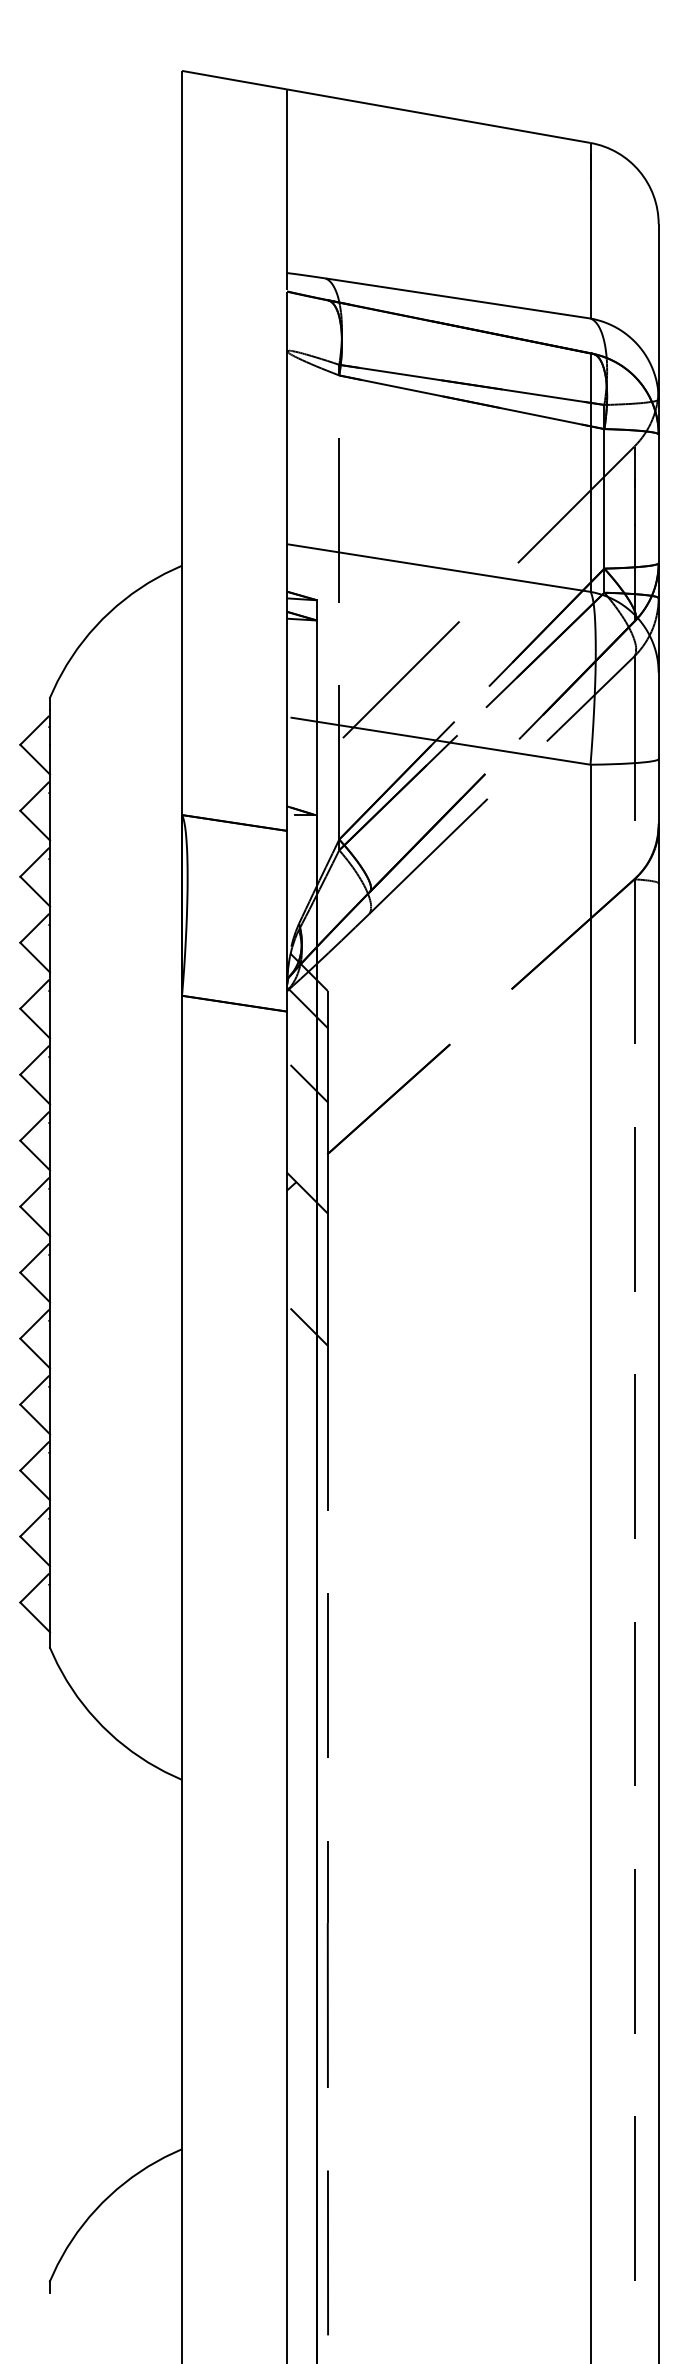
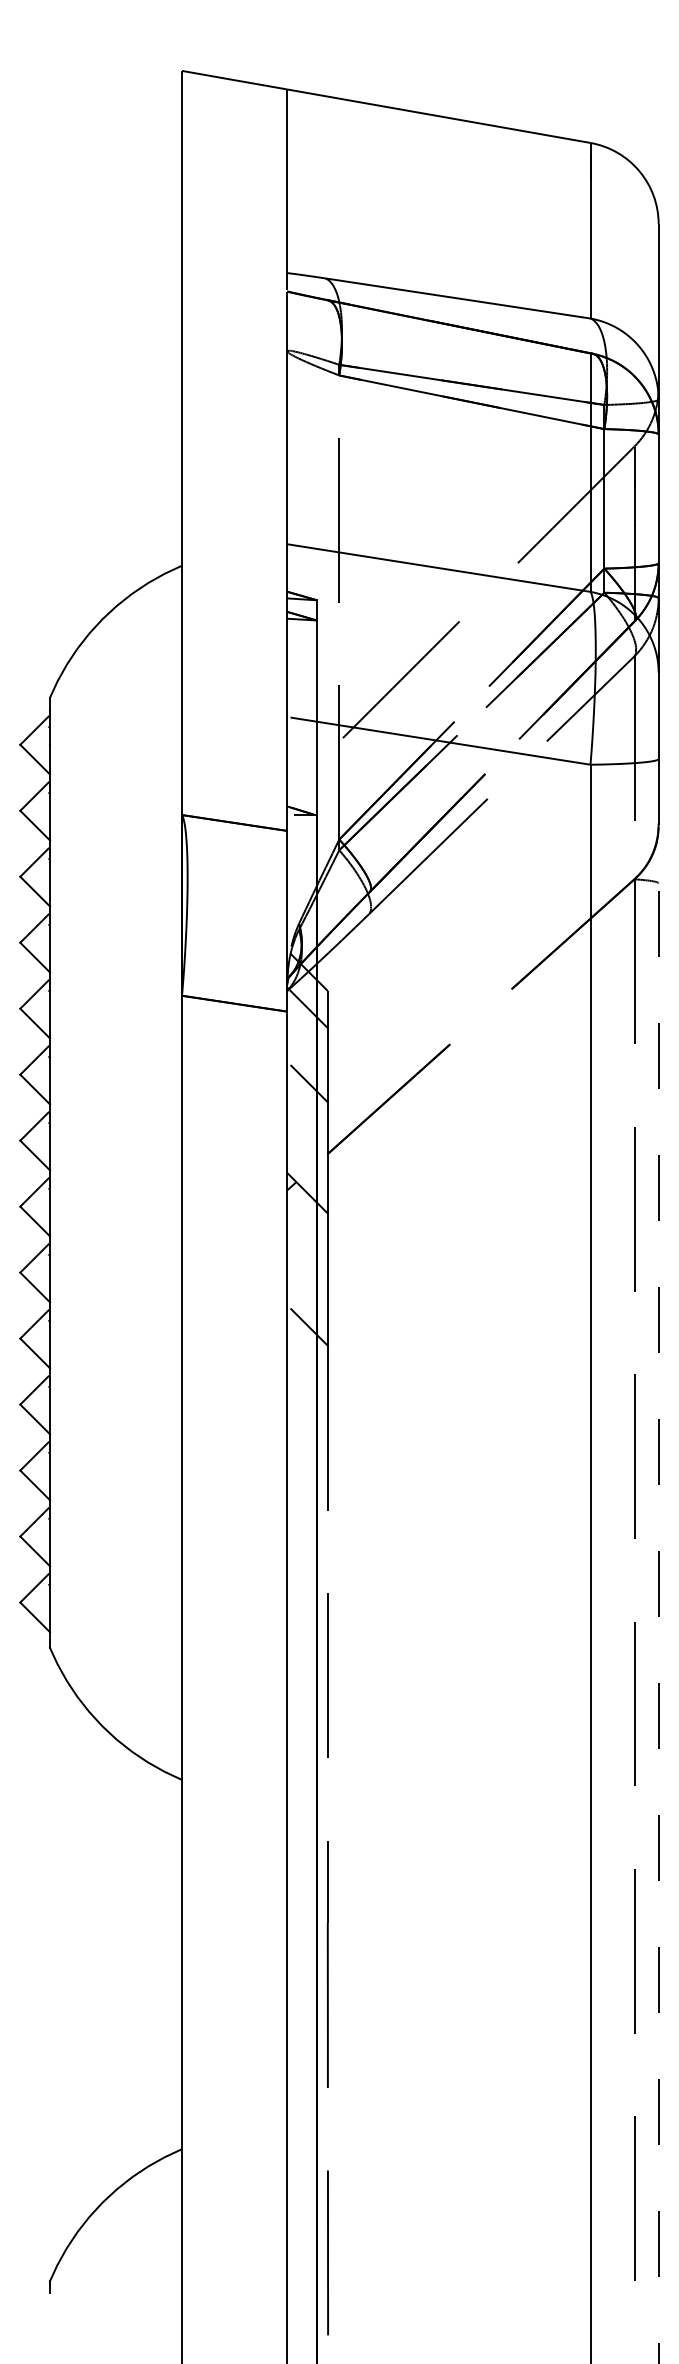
line at (658, 1561): solid -> dashed
